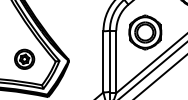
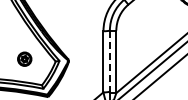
part at (145, 32): present -> none
part at (24, 58) size: 22x22 px -> 16x16 px
line at (109, 61): solid -> dashed
